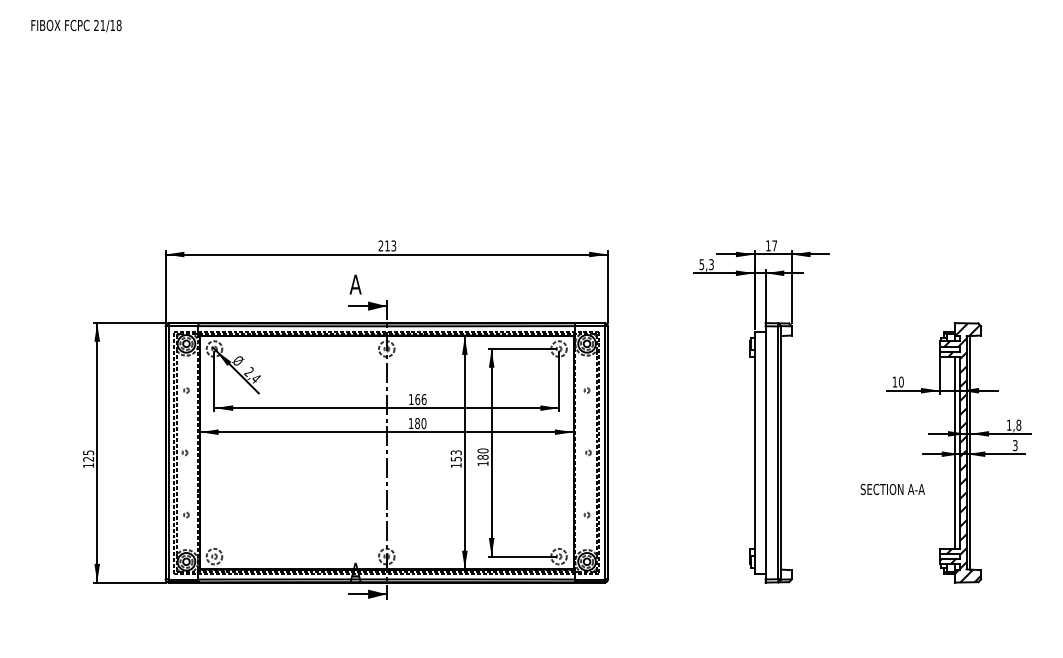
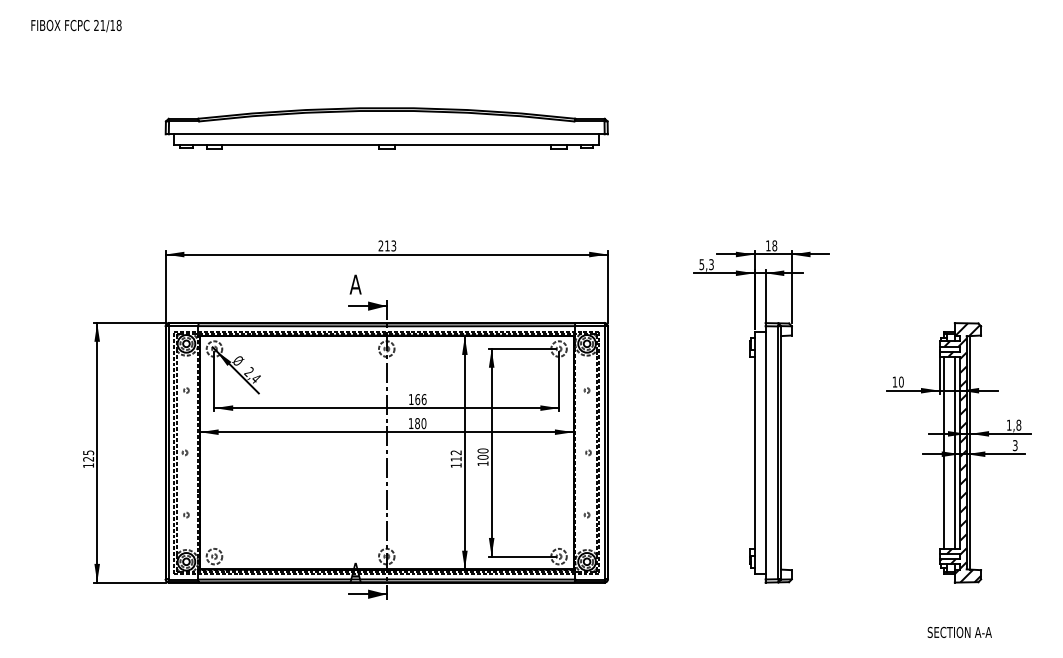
part at (386, 128): none -> present
text at (774, 245): 17 -> 18
line at (943, 452): none -> present
text at (455, 455): 153 -> 112
text at (482, 456): 180 -> 100
text at (892, 488) position: (892, 488) -> (959, 631)
